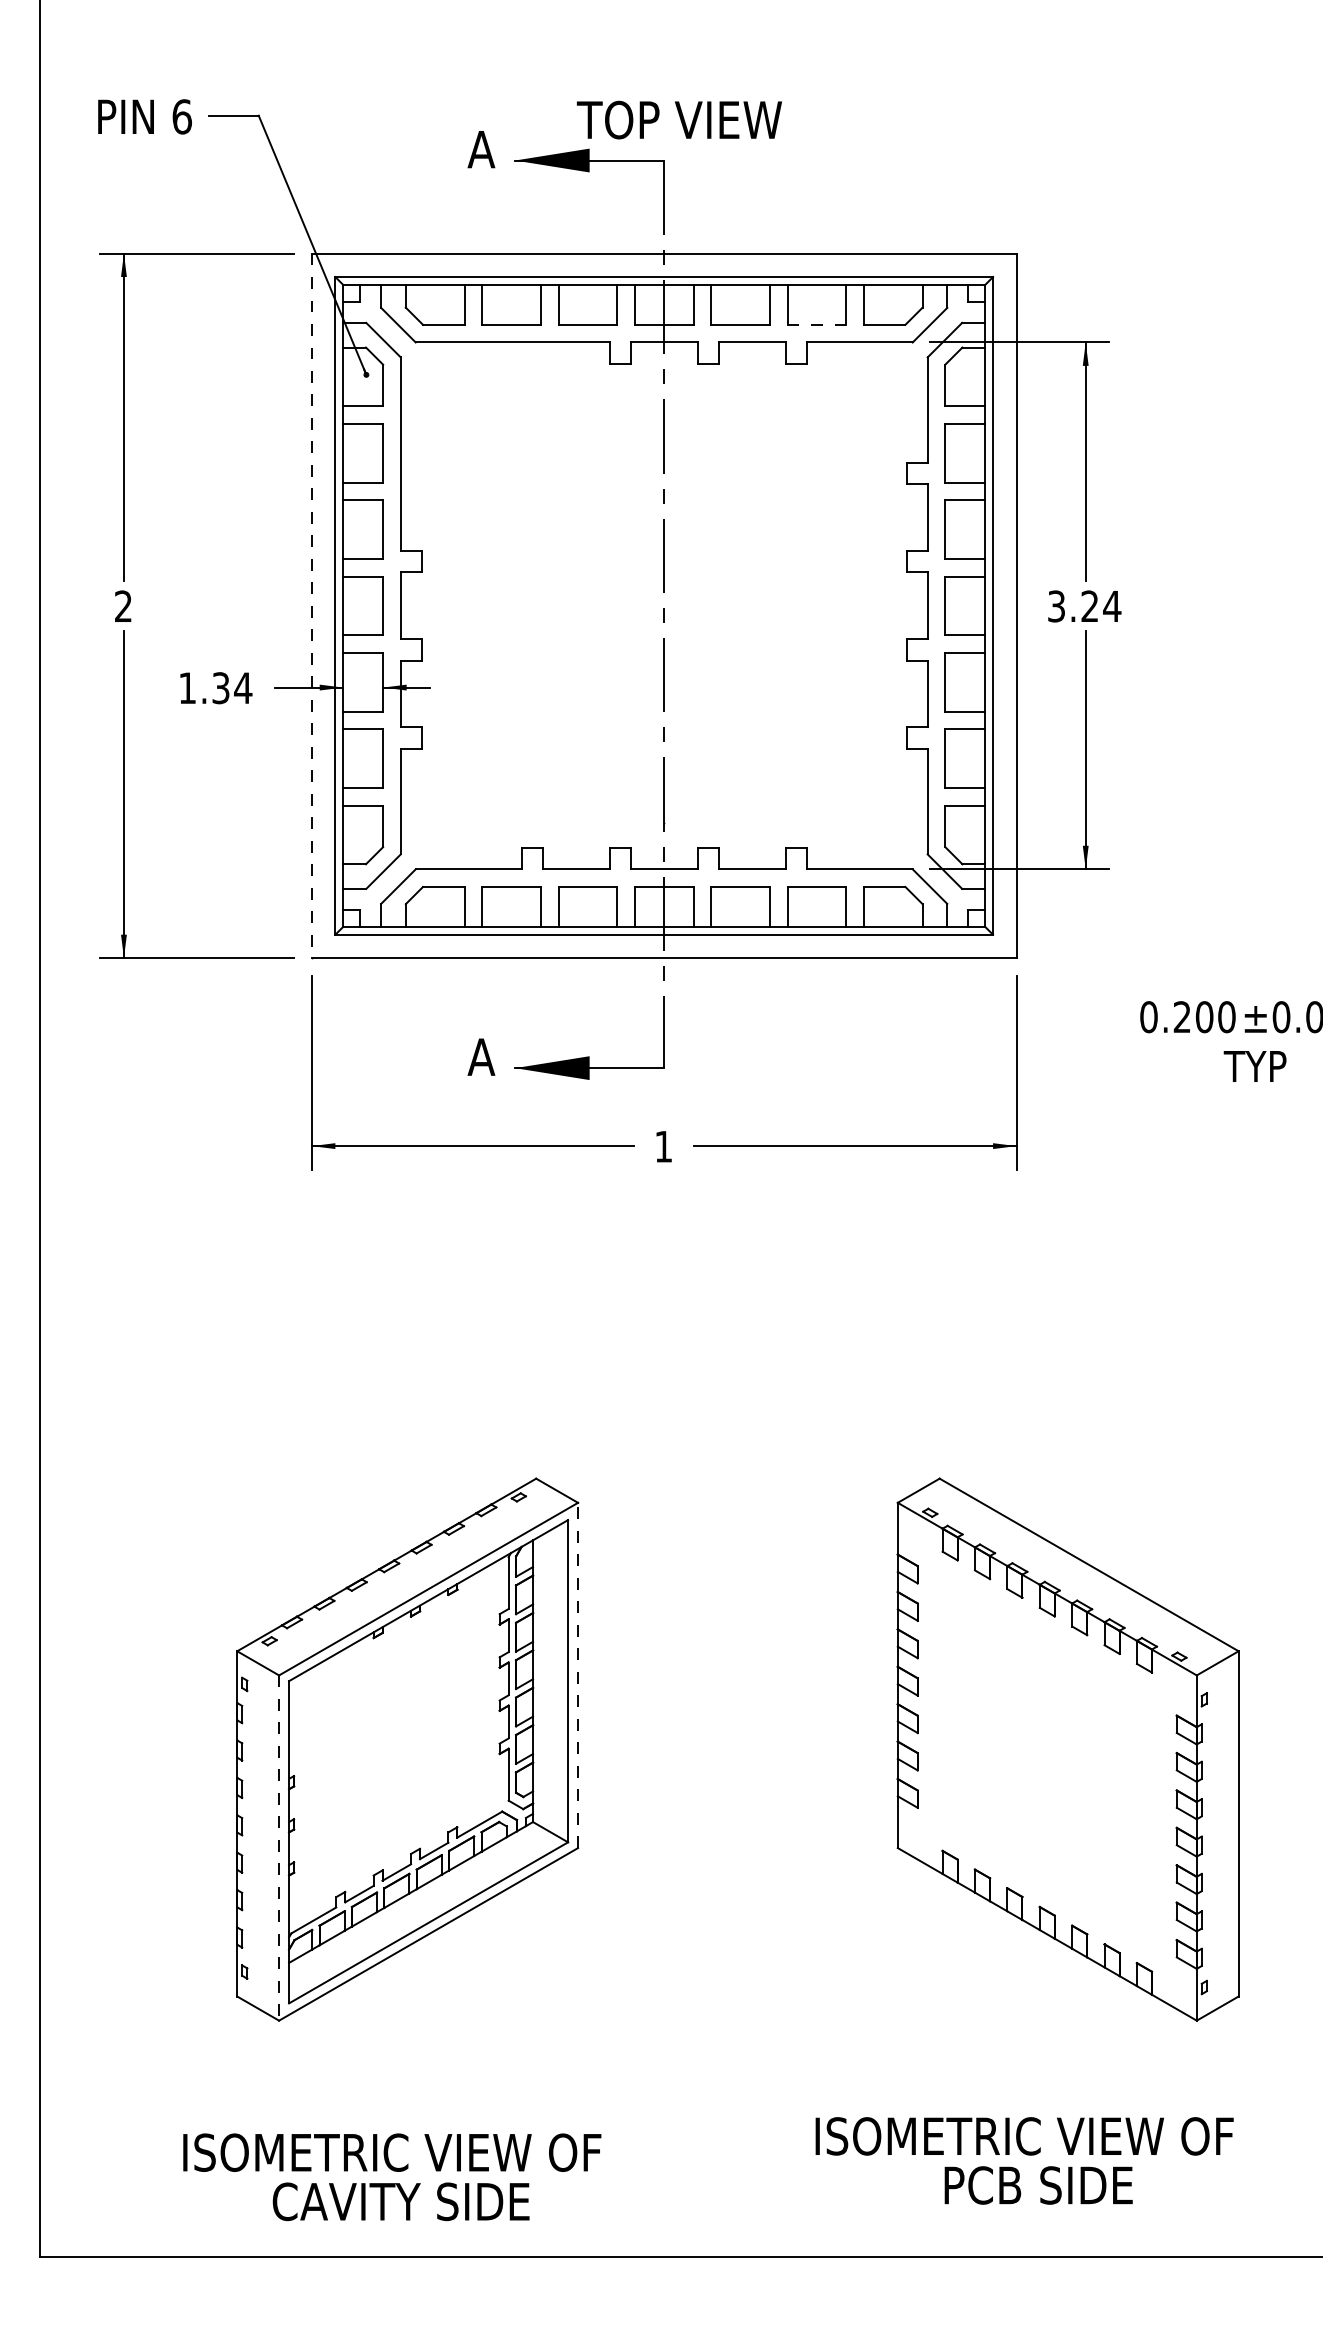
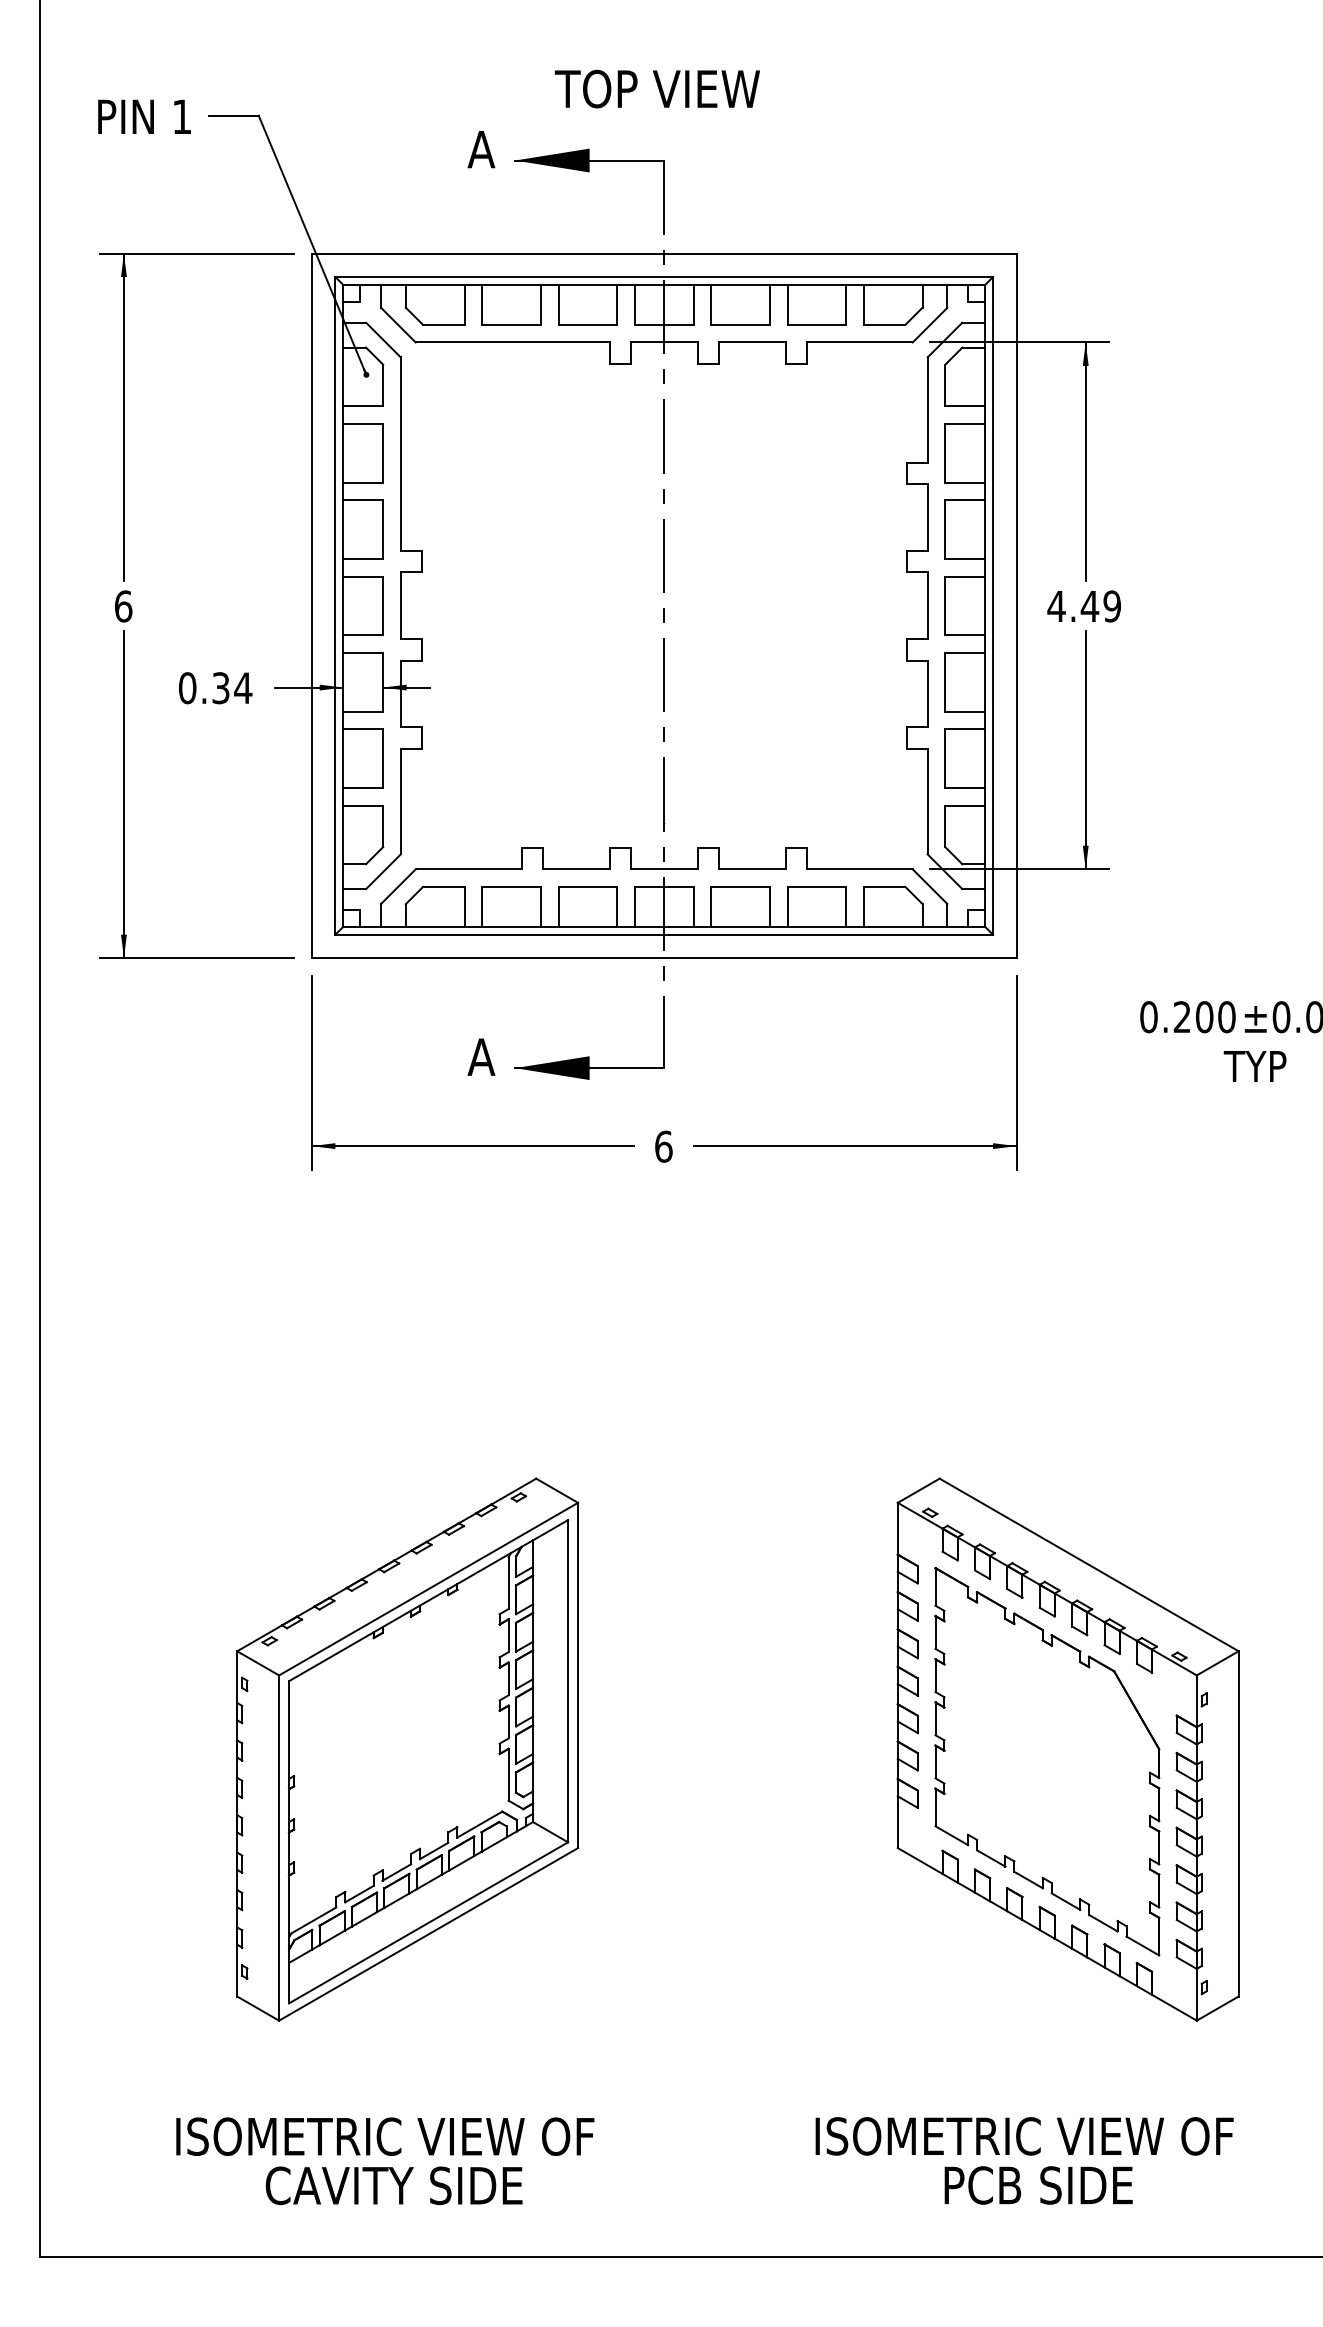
text at (181, 116): 6 -> 1
text at (679, 119) position: (679, 119) -> (657, 88)
line at (817, 324): dashed -> solid
text at (123, 606): 2 -> 6
line at (311, 606): dashed -> solid
text at (1084, 606): 3.24 -> 4.49
text at (187, 688): 1.34 -> 0.34
text at (663, 1146): 1 -> 6
line at (578, 1675): dashed -> solid
part at (1047, 1761): none -> present
line at (279, 1848): dashed -> solid
text at (392, 2177) position: (392, 2177) -> (385, 2161)
